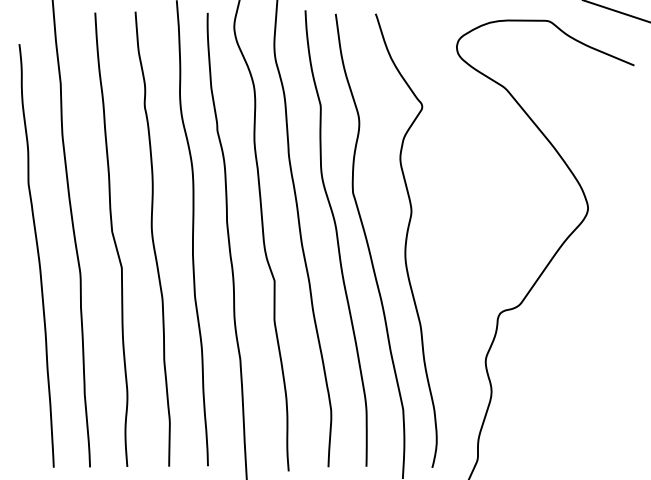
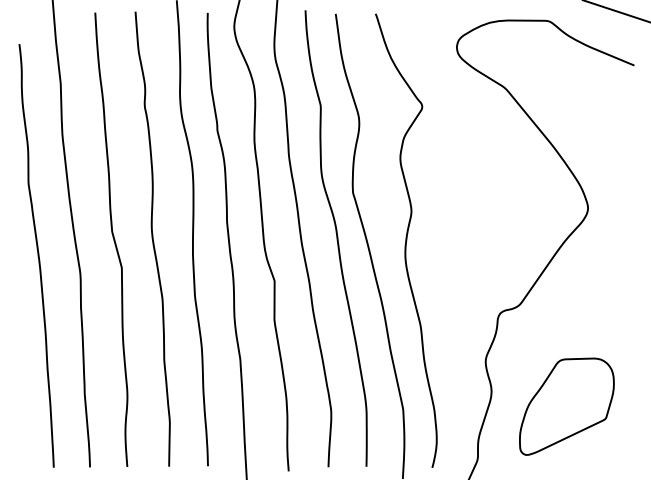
part at (566, 406): none -> present
